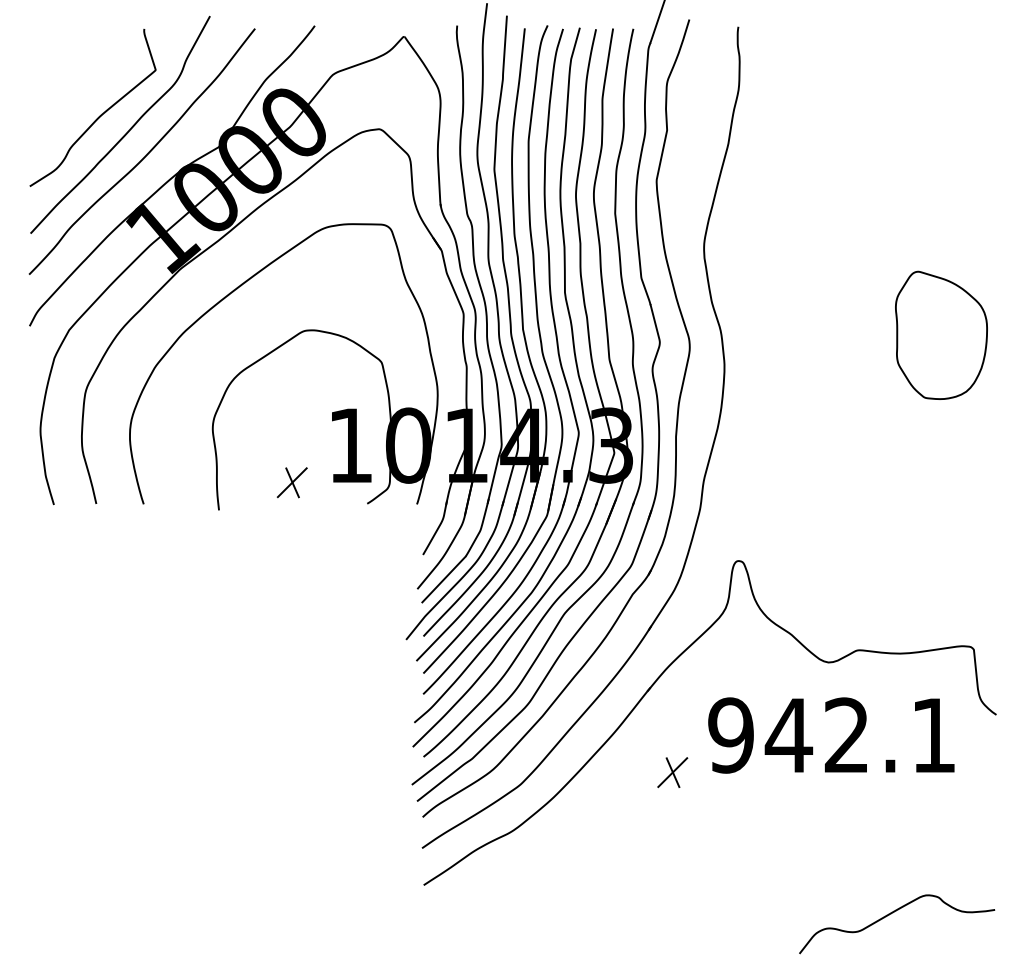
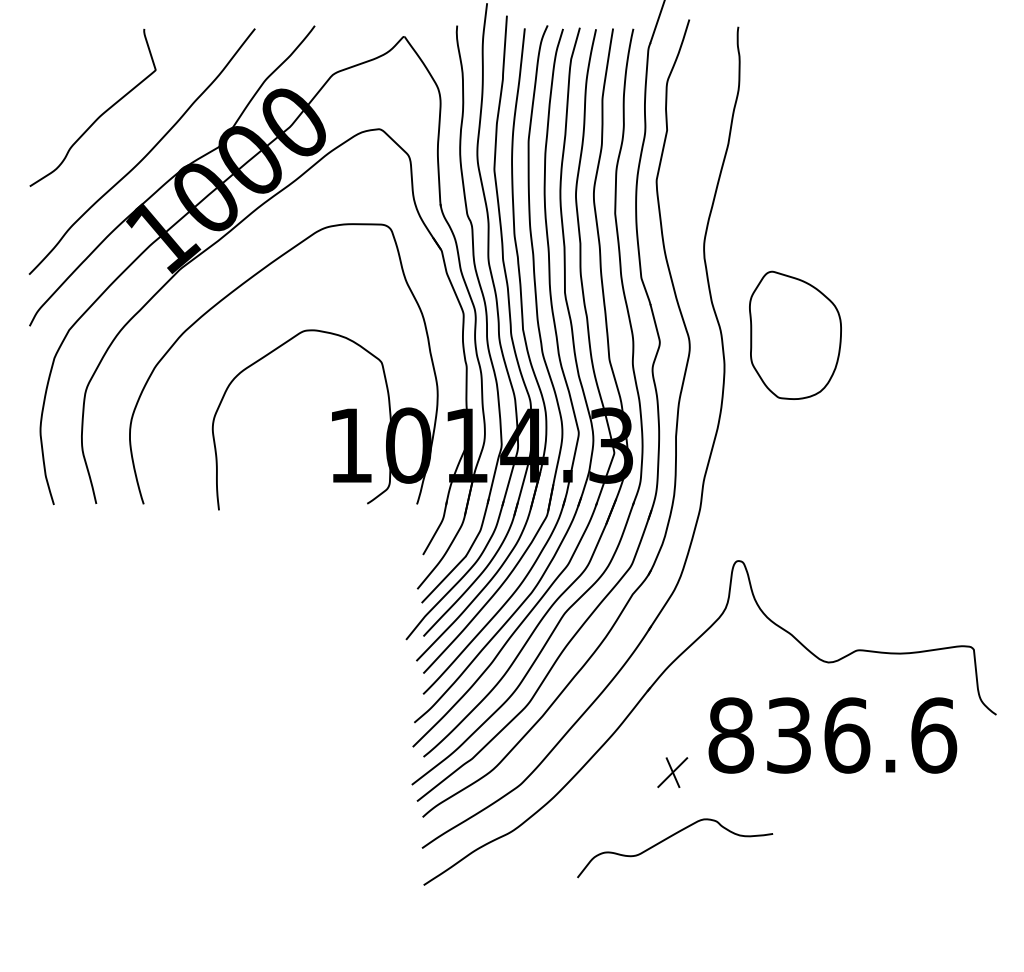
curve at (127, 131): present -> none
part at (941, 334) position: (941, 334) -> (795, 334)
part at (291, 482): present -> none
text at (832, 735): 942.1 -> 836.6
curve at (891, 914) position: (891, 914) -> (669, 838)
